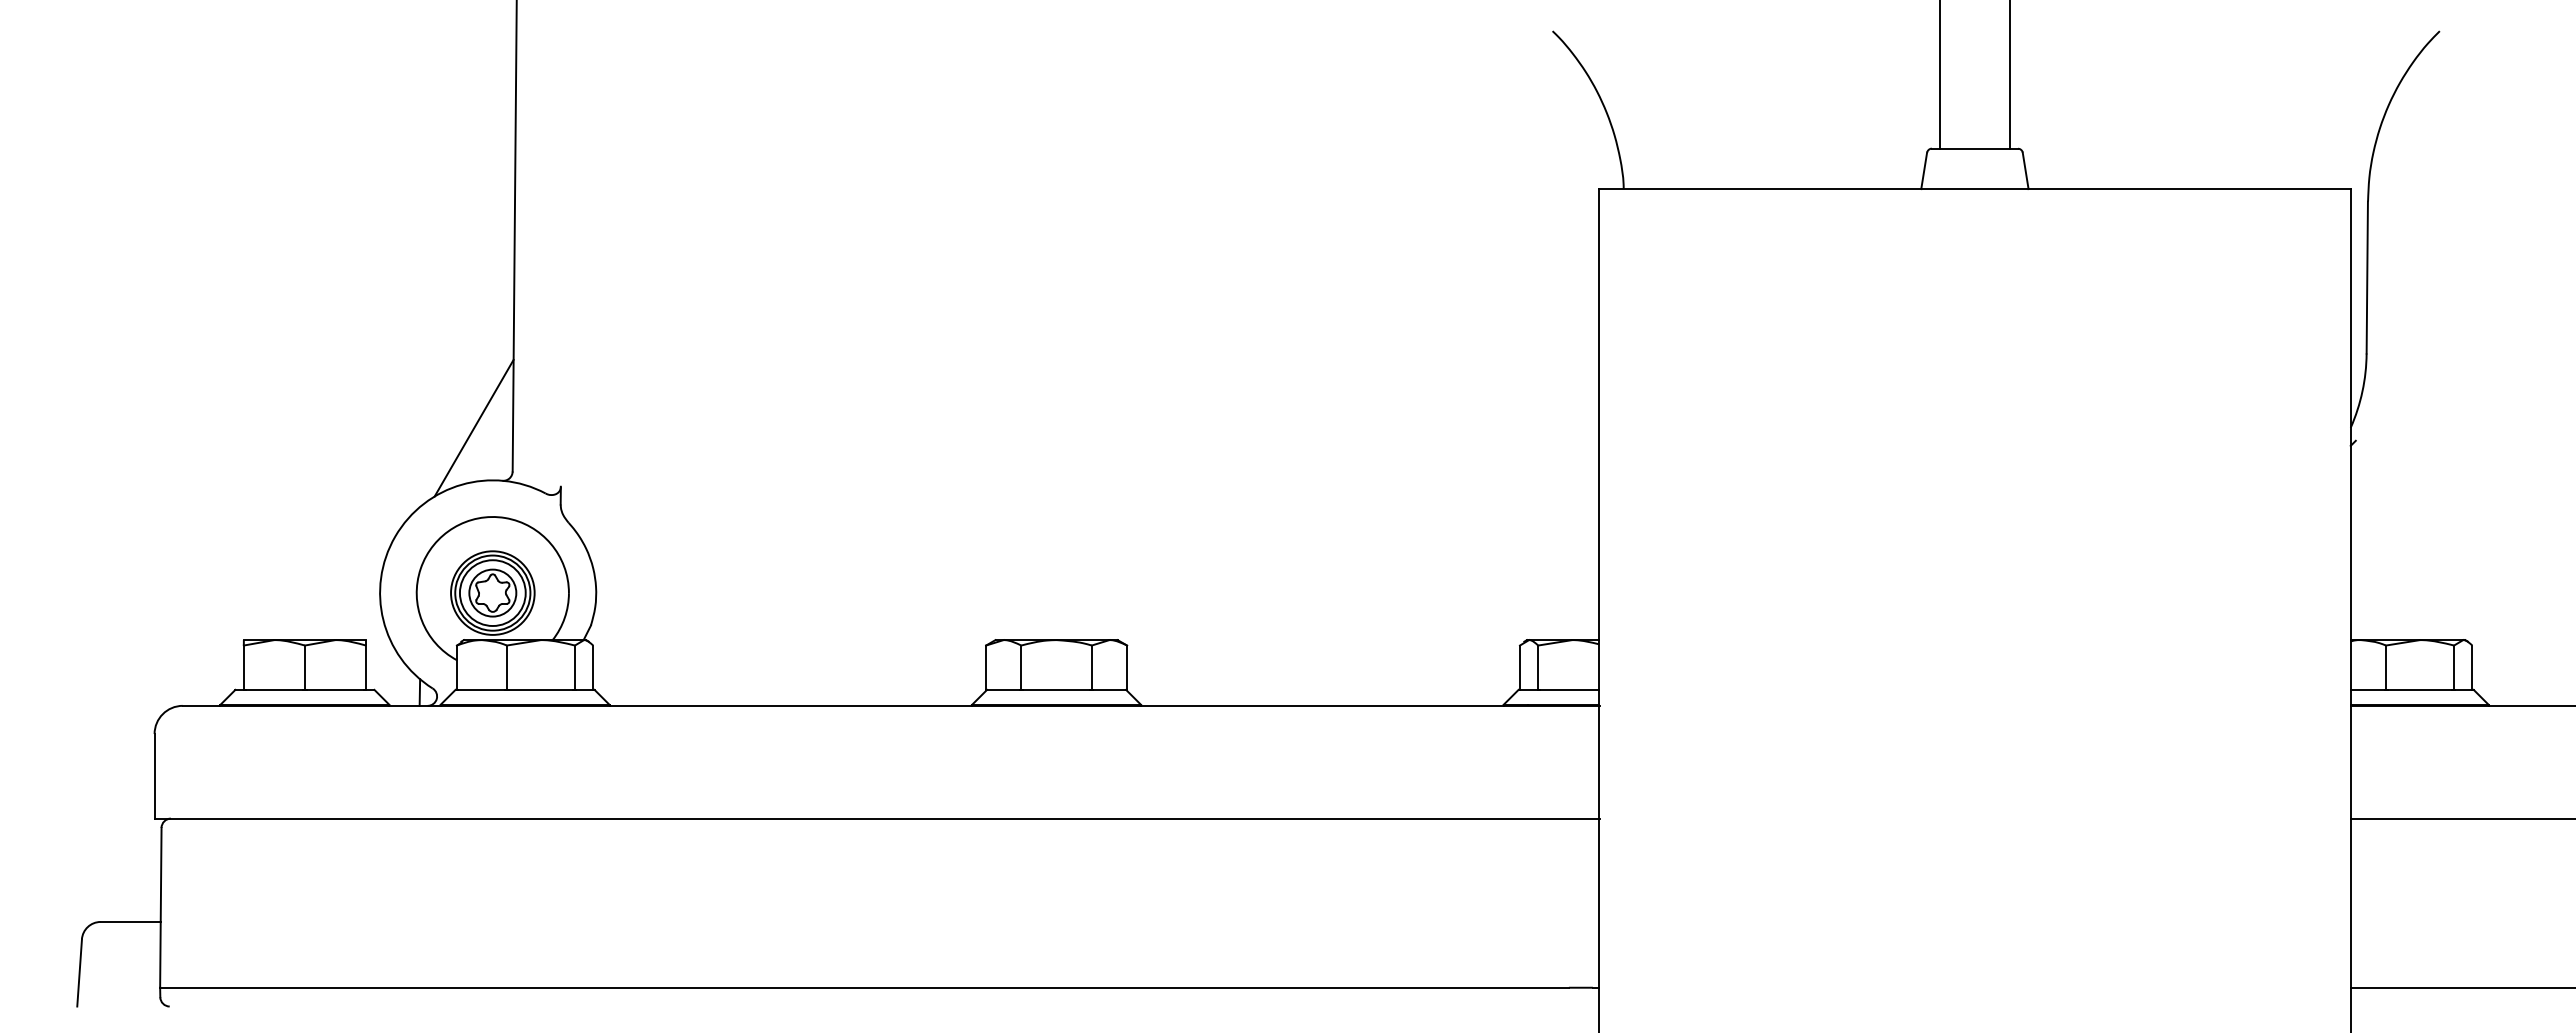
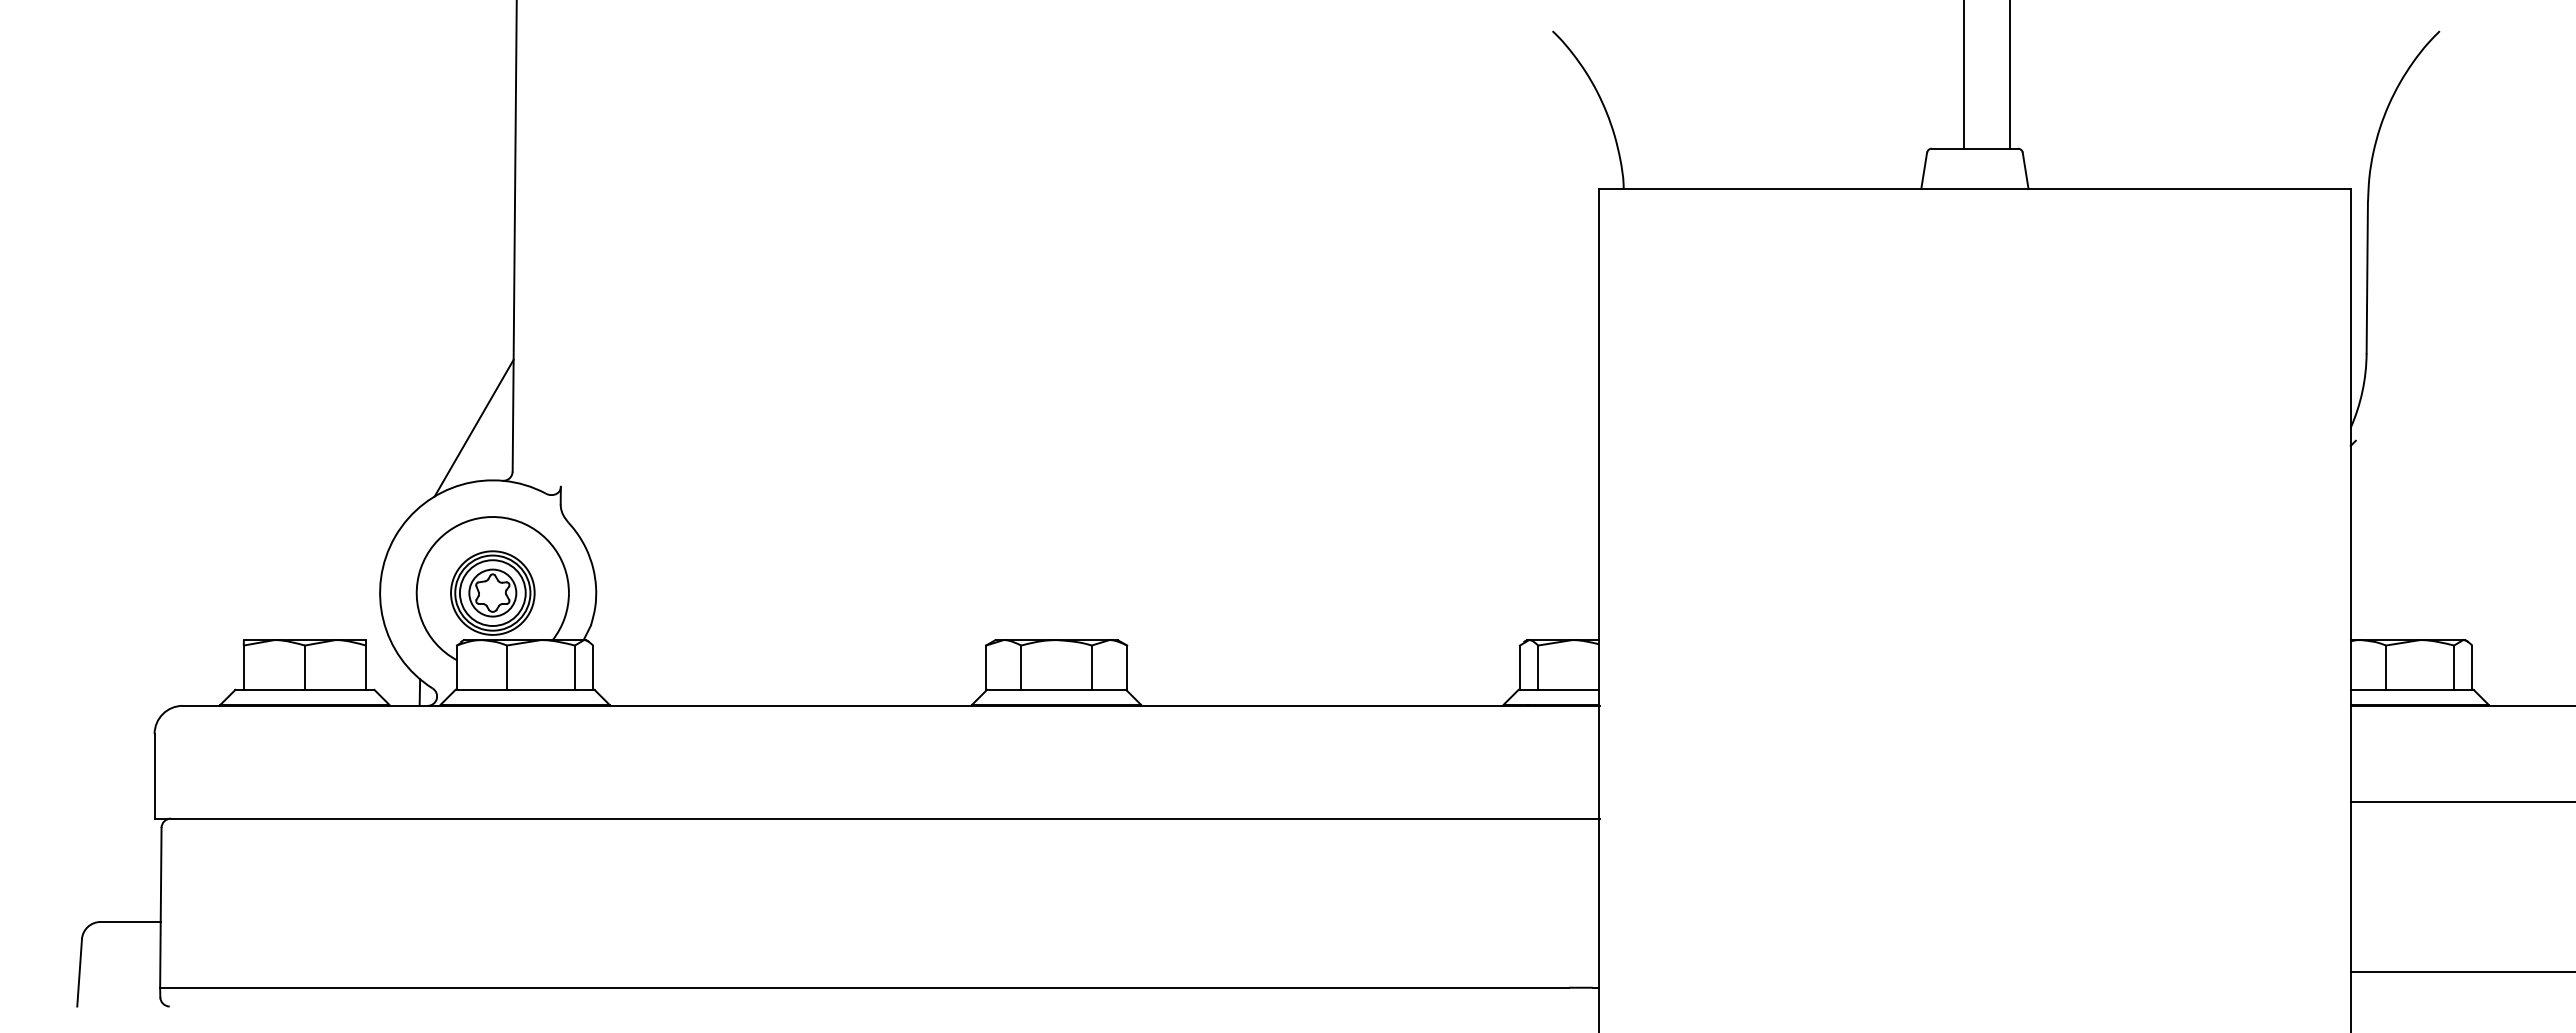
line at (1940, 75) position: (1940, 75) -> (1964, 75)
line at (2461, 818) position: (2461, 818) -> (2461, 801)
line at (2461, 987) position: (2461, 987) -> (2461, 971)
